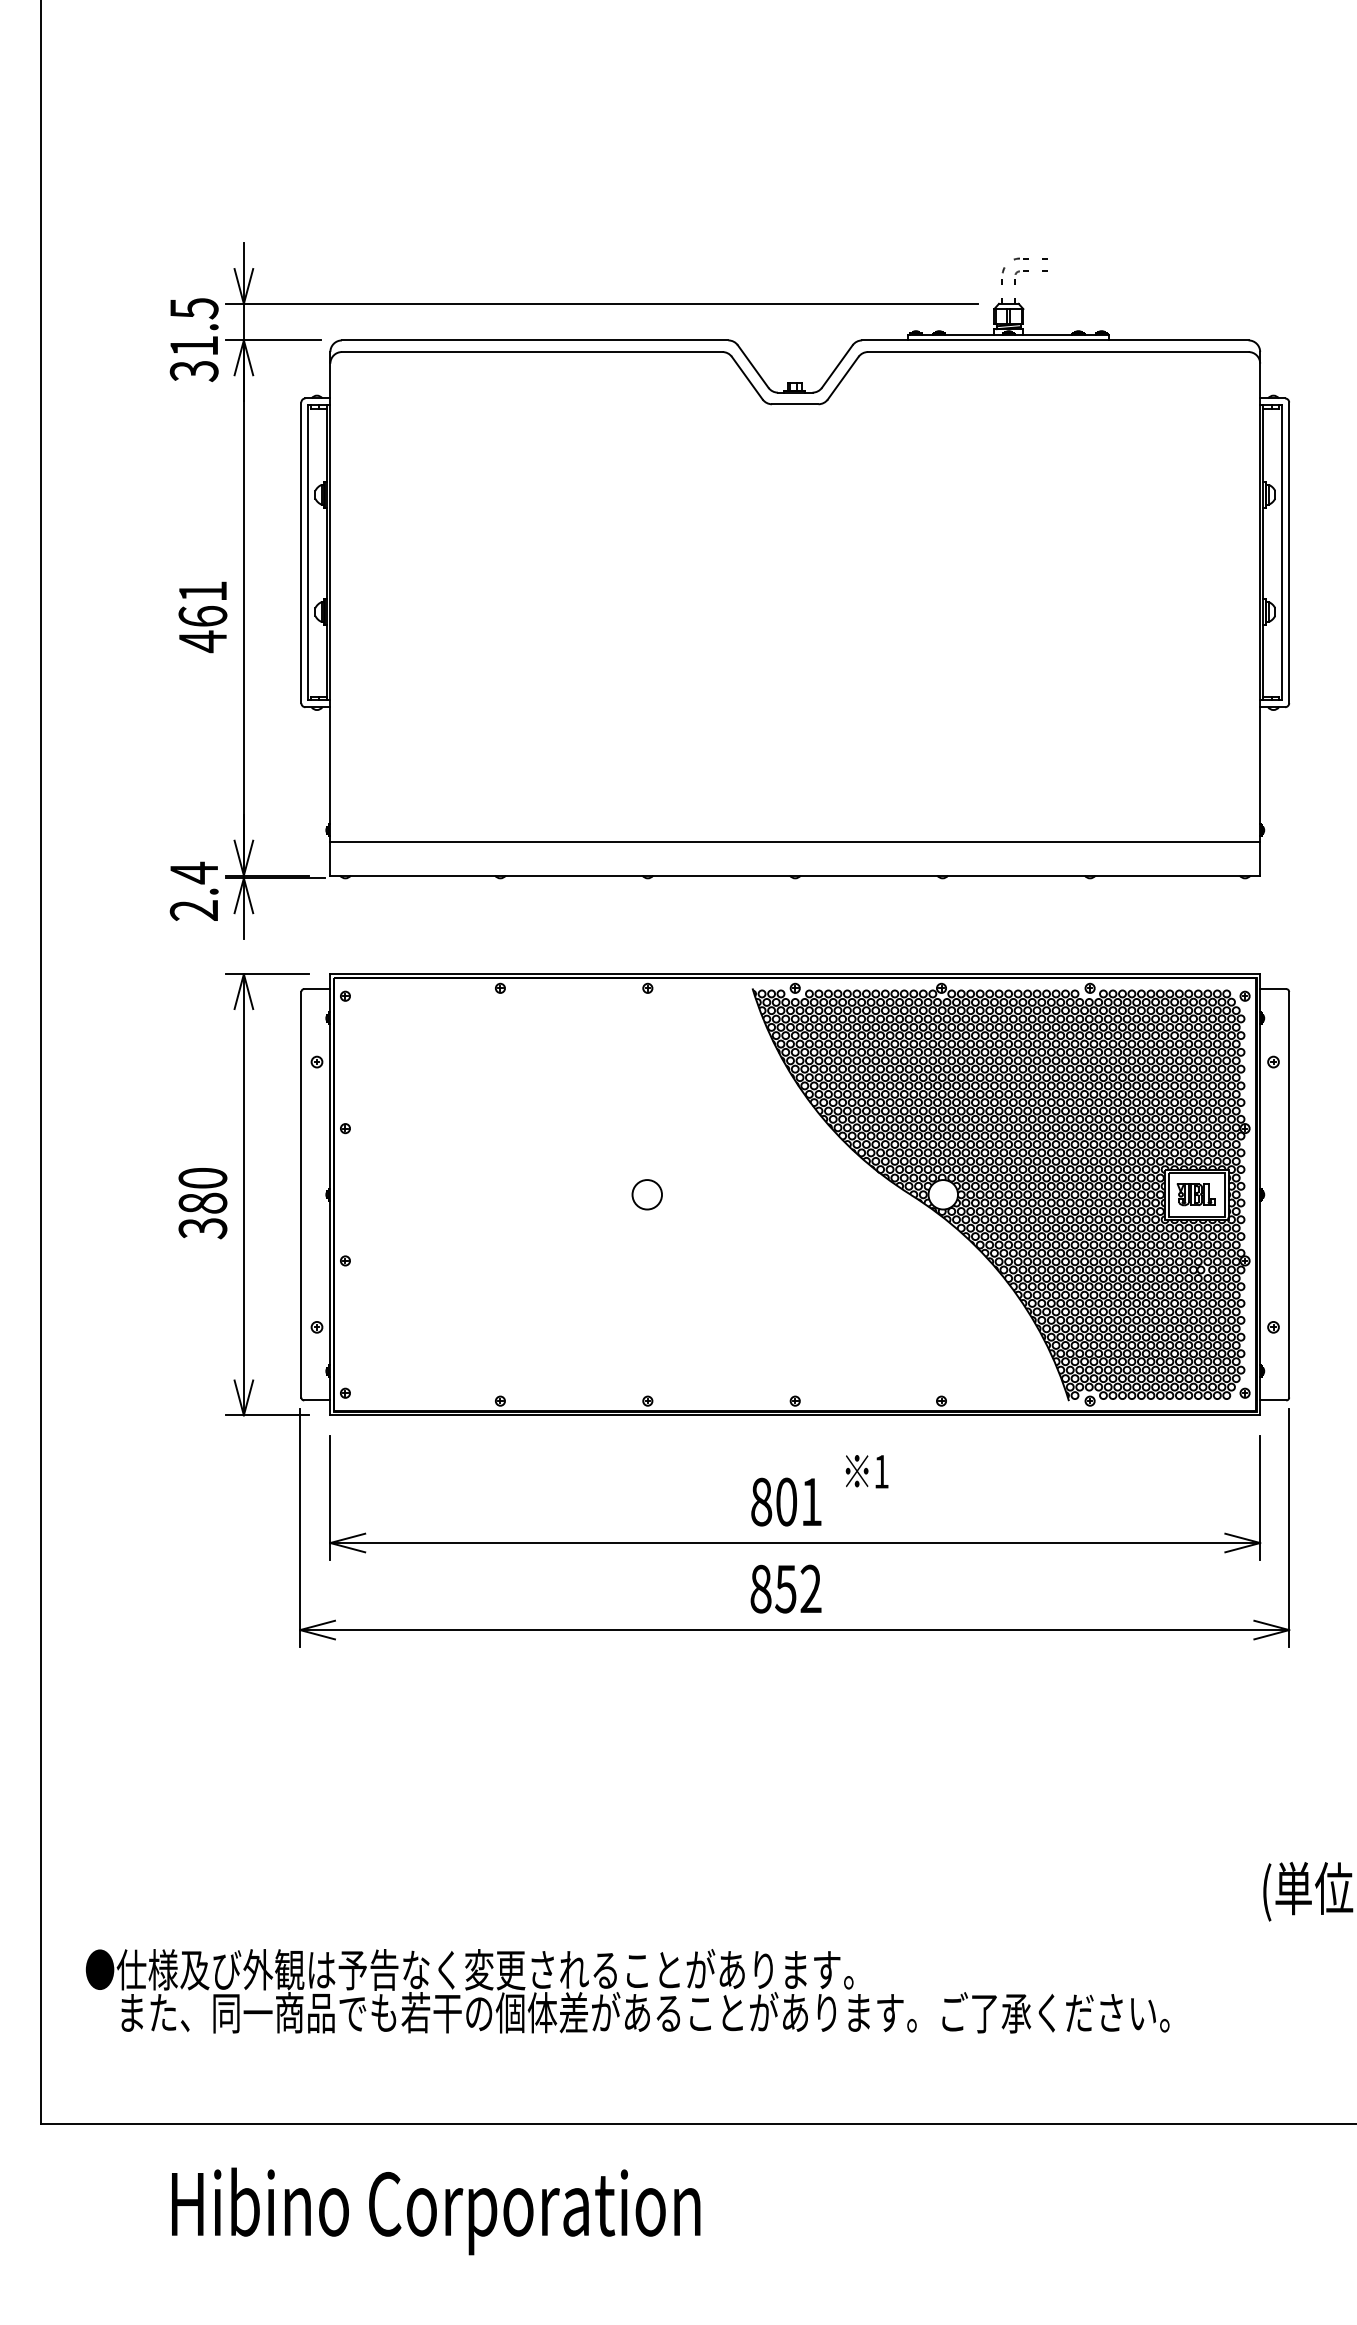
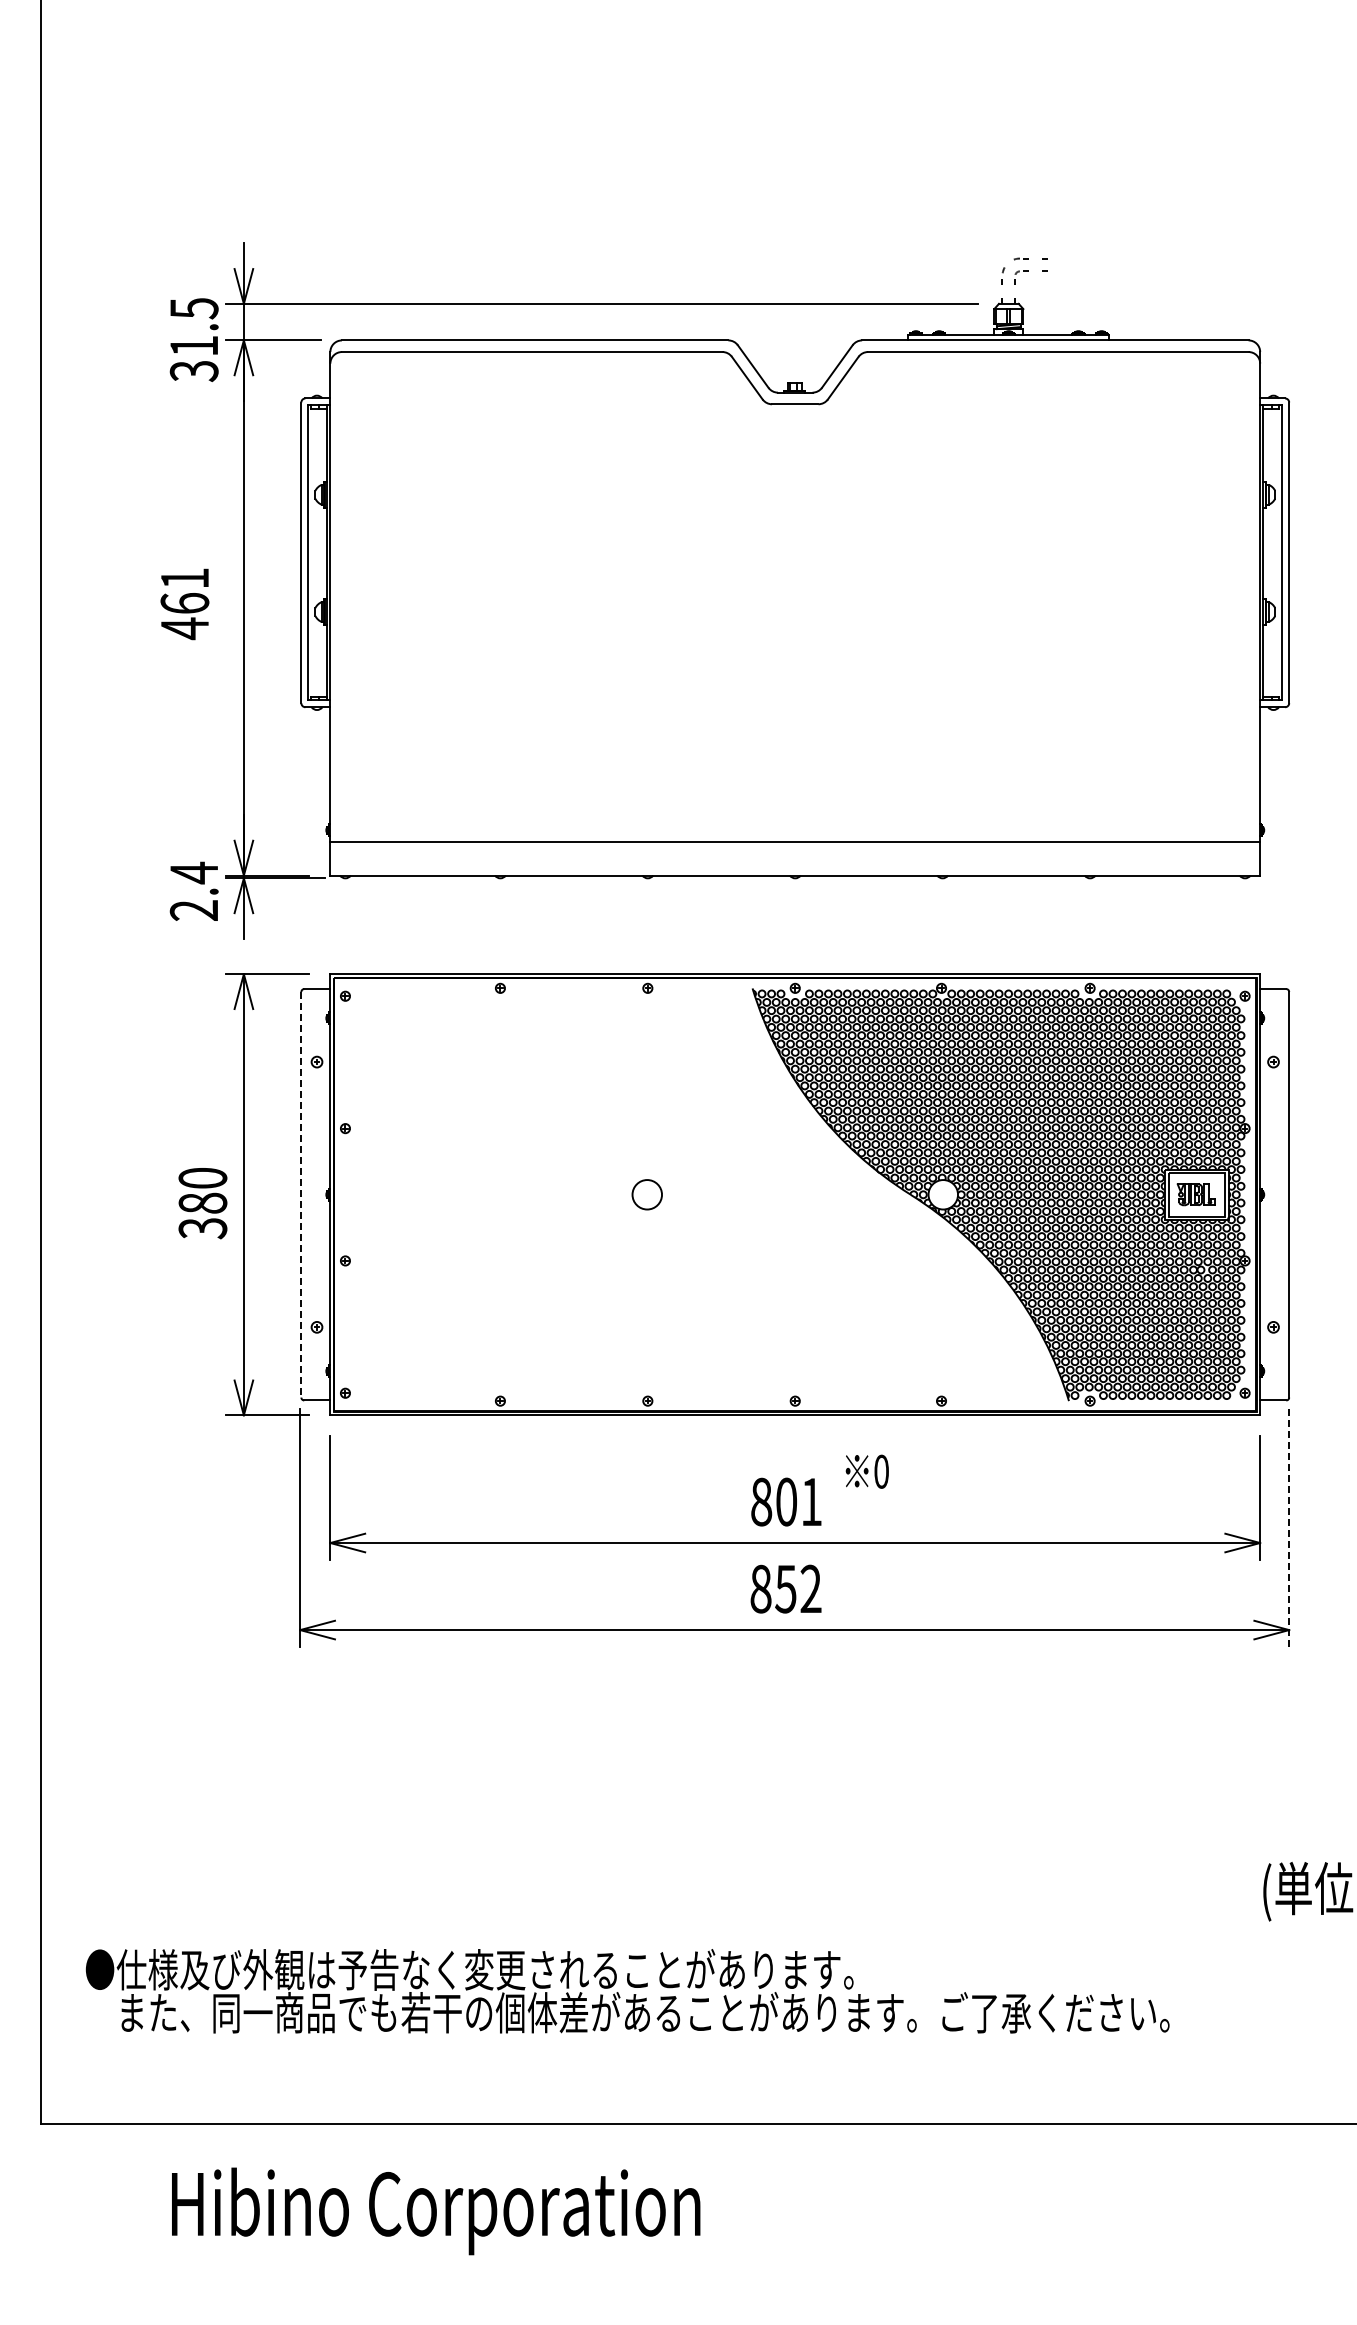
text at (202, 617) position: (202, 617) -> (184, 604)
line at (301, 1194): solid -> dashed
text at (881, 1471): 1 -> 0
line at (1289, 1528): solid -> dashed
